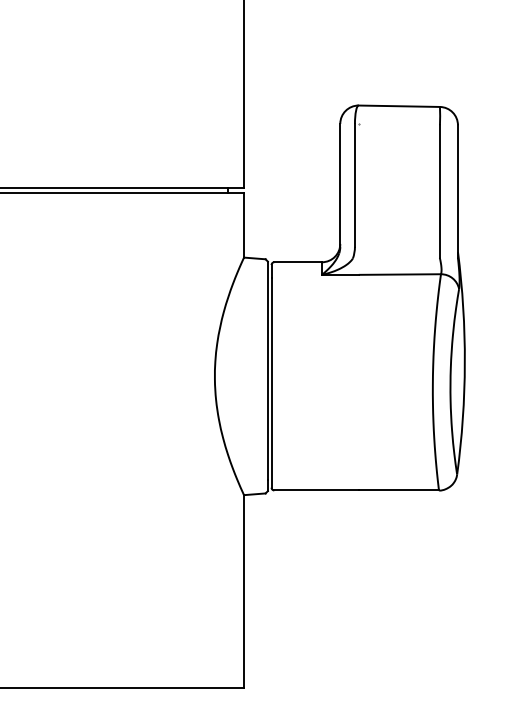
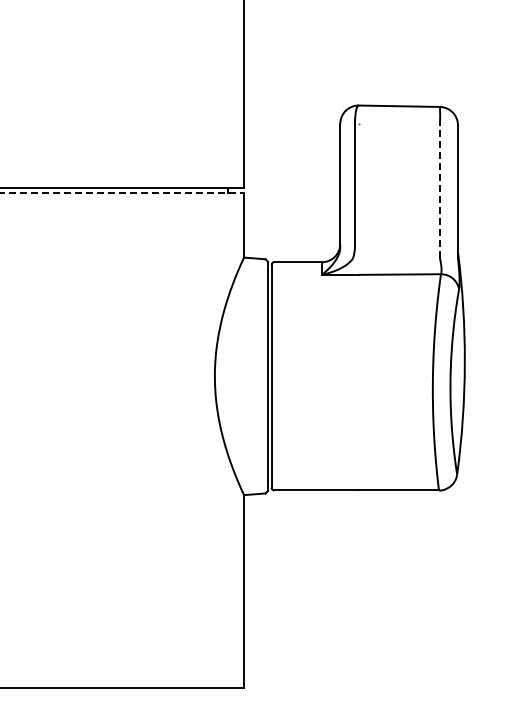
line at (439, 191): solid -> dashed
line at (122, 193): solid -> dashed
